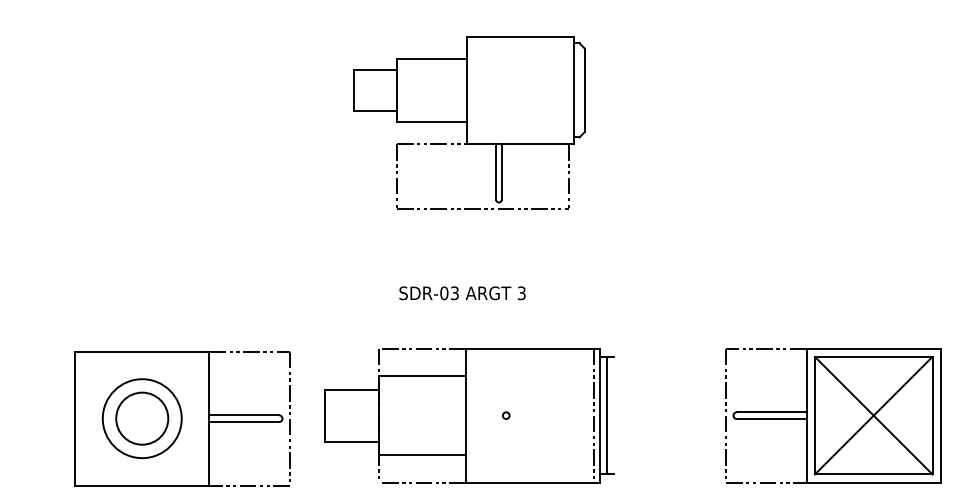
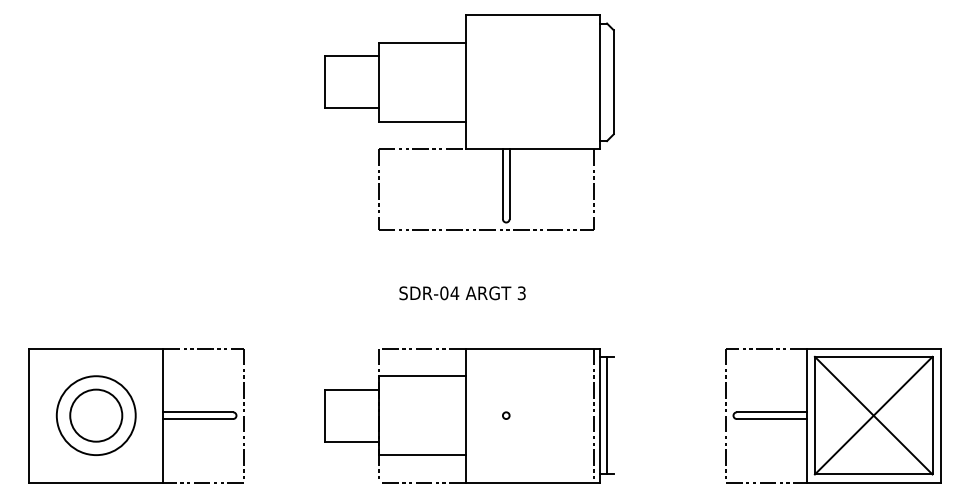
part at (469, 122) size: 233x174 px -> 291x217 px
text at (454, 293): SDR-03 -> SDR-04
part at (182, 418) position: (182, 418) -> (136, 415)
